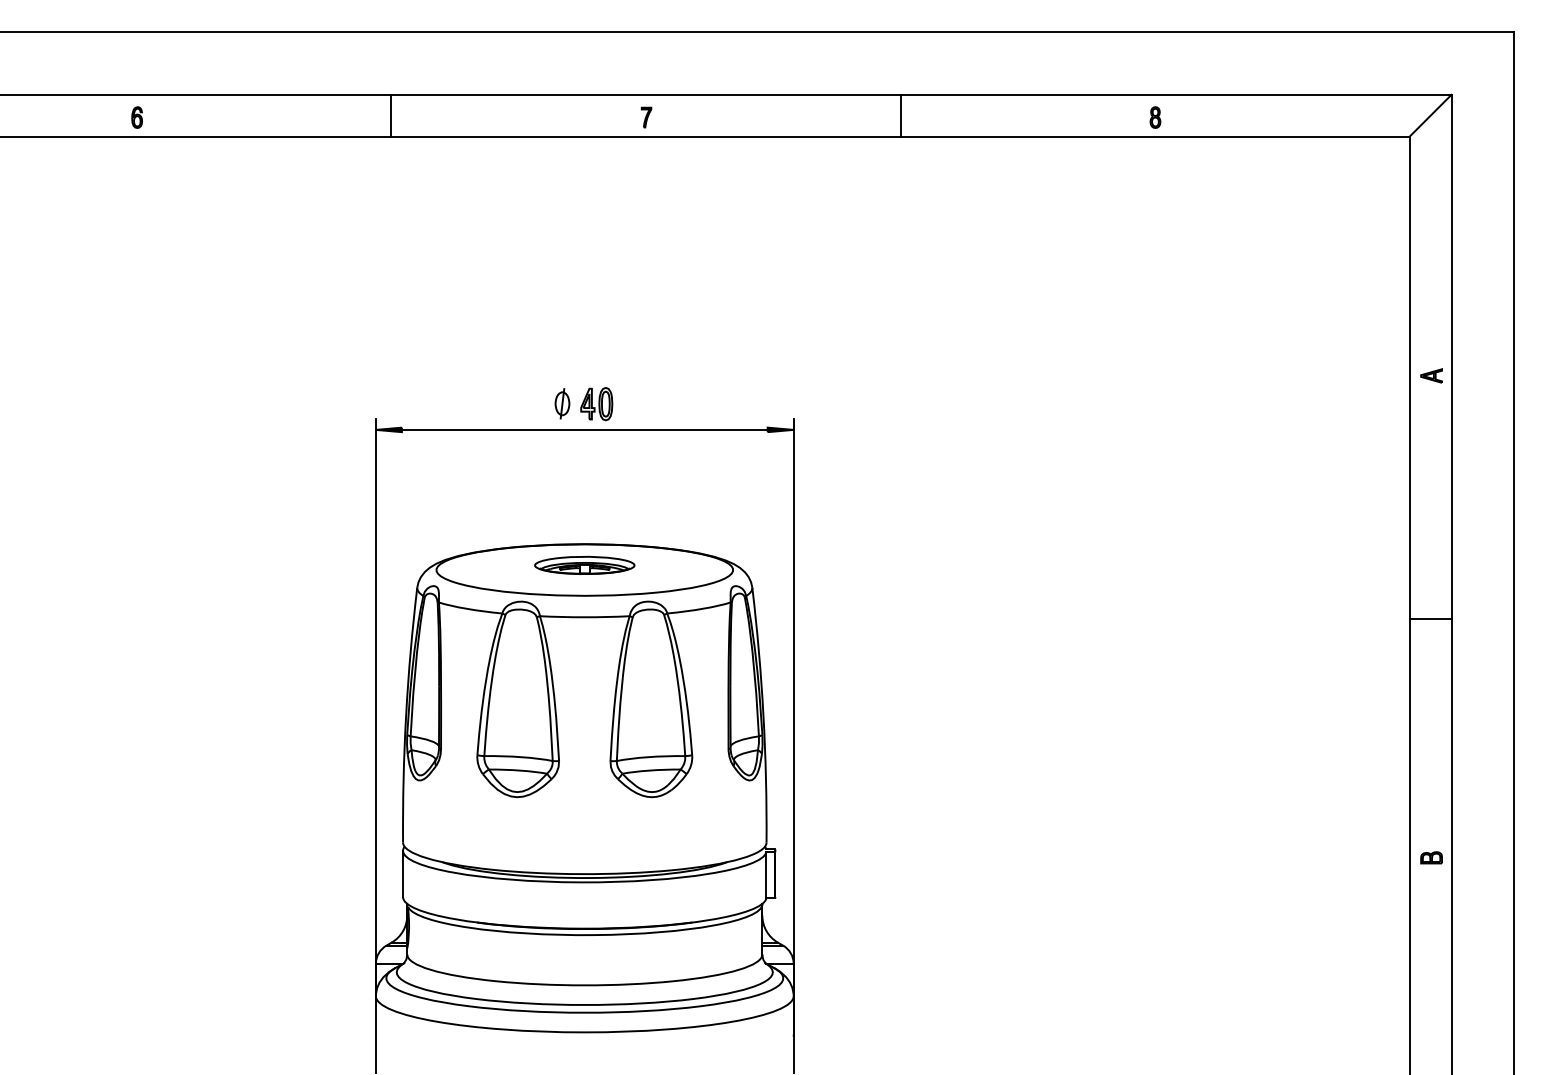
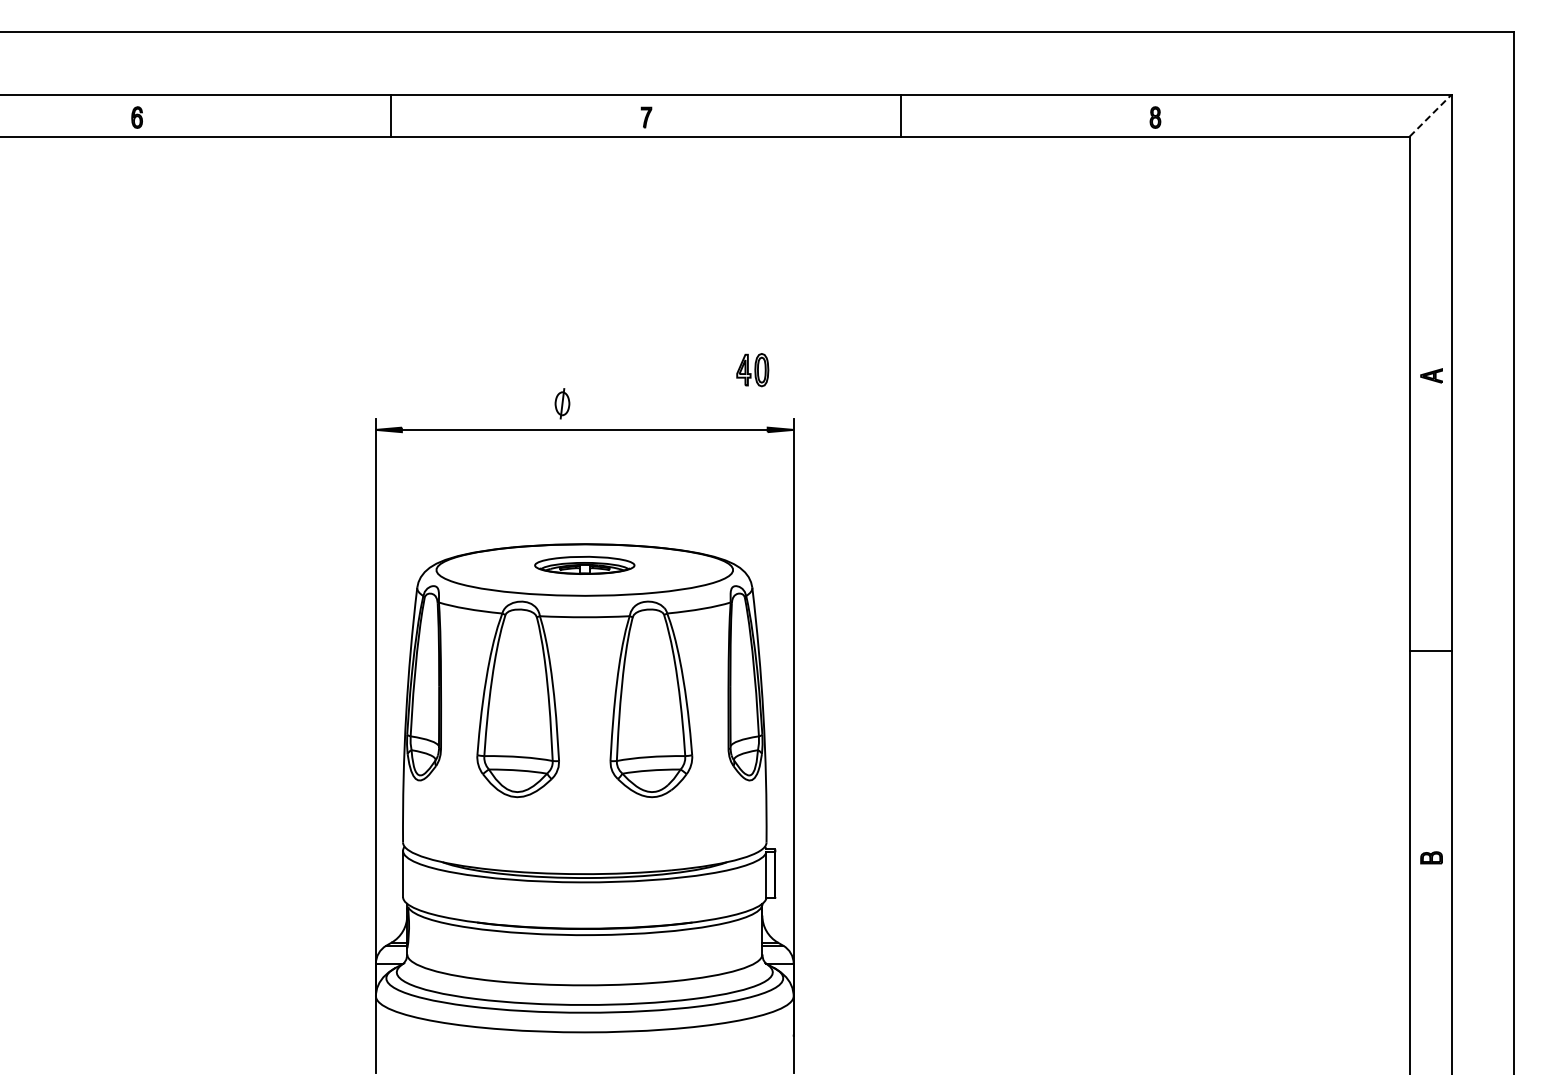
line at (1430, 115): solid -> dashed
part at (596, 404) position: (596, 404) -> (752, 370)
line at (1430, 618) position: (1430, 618) -> (1430, 650)
